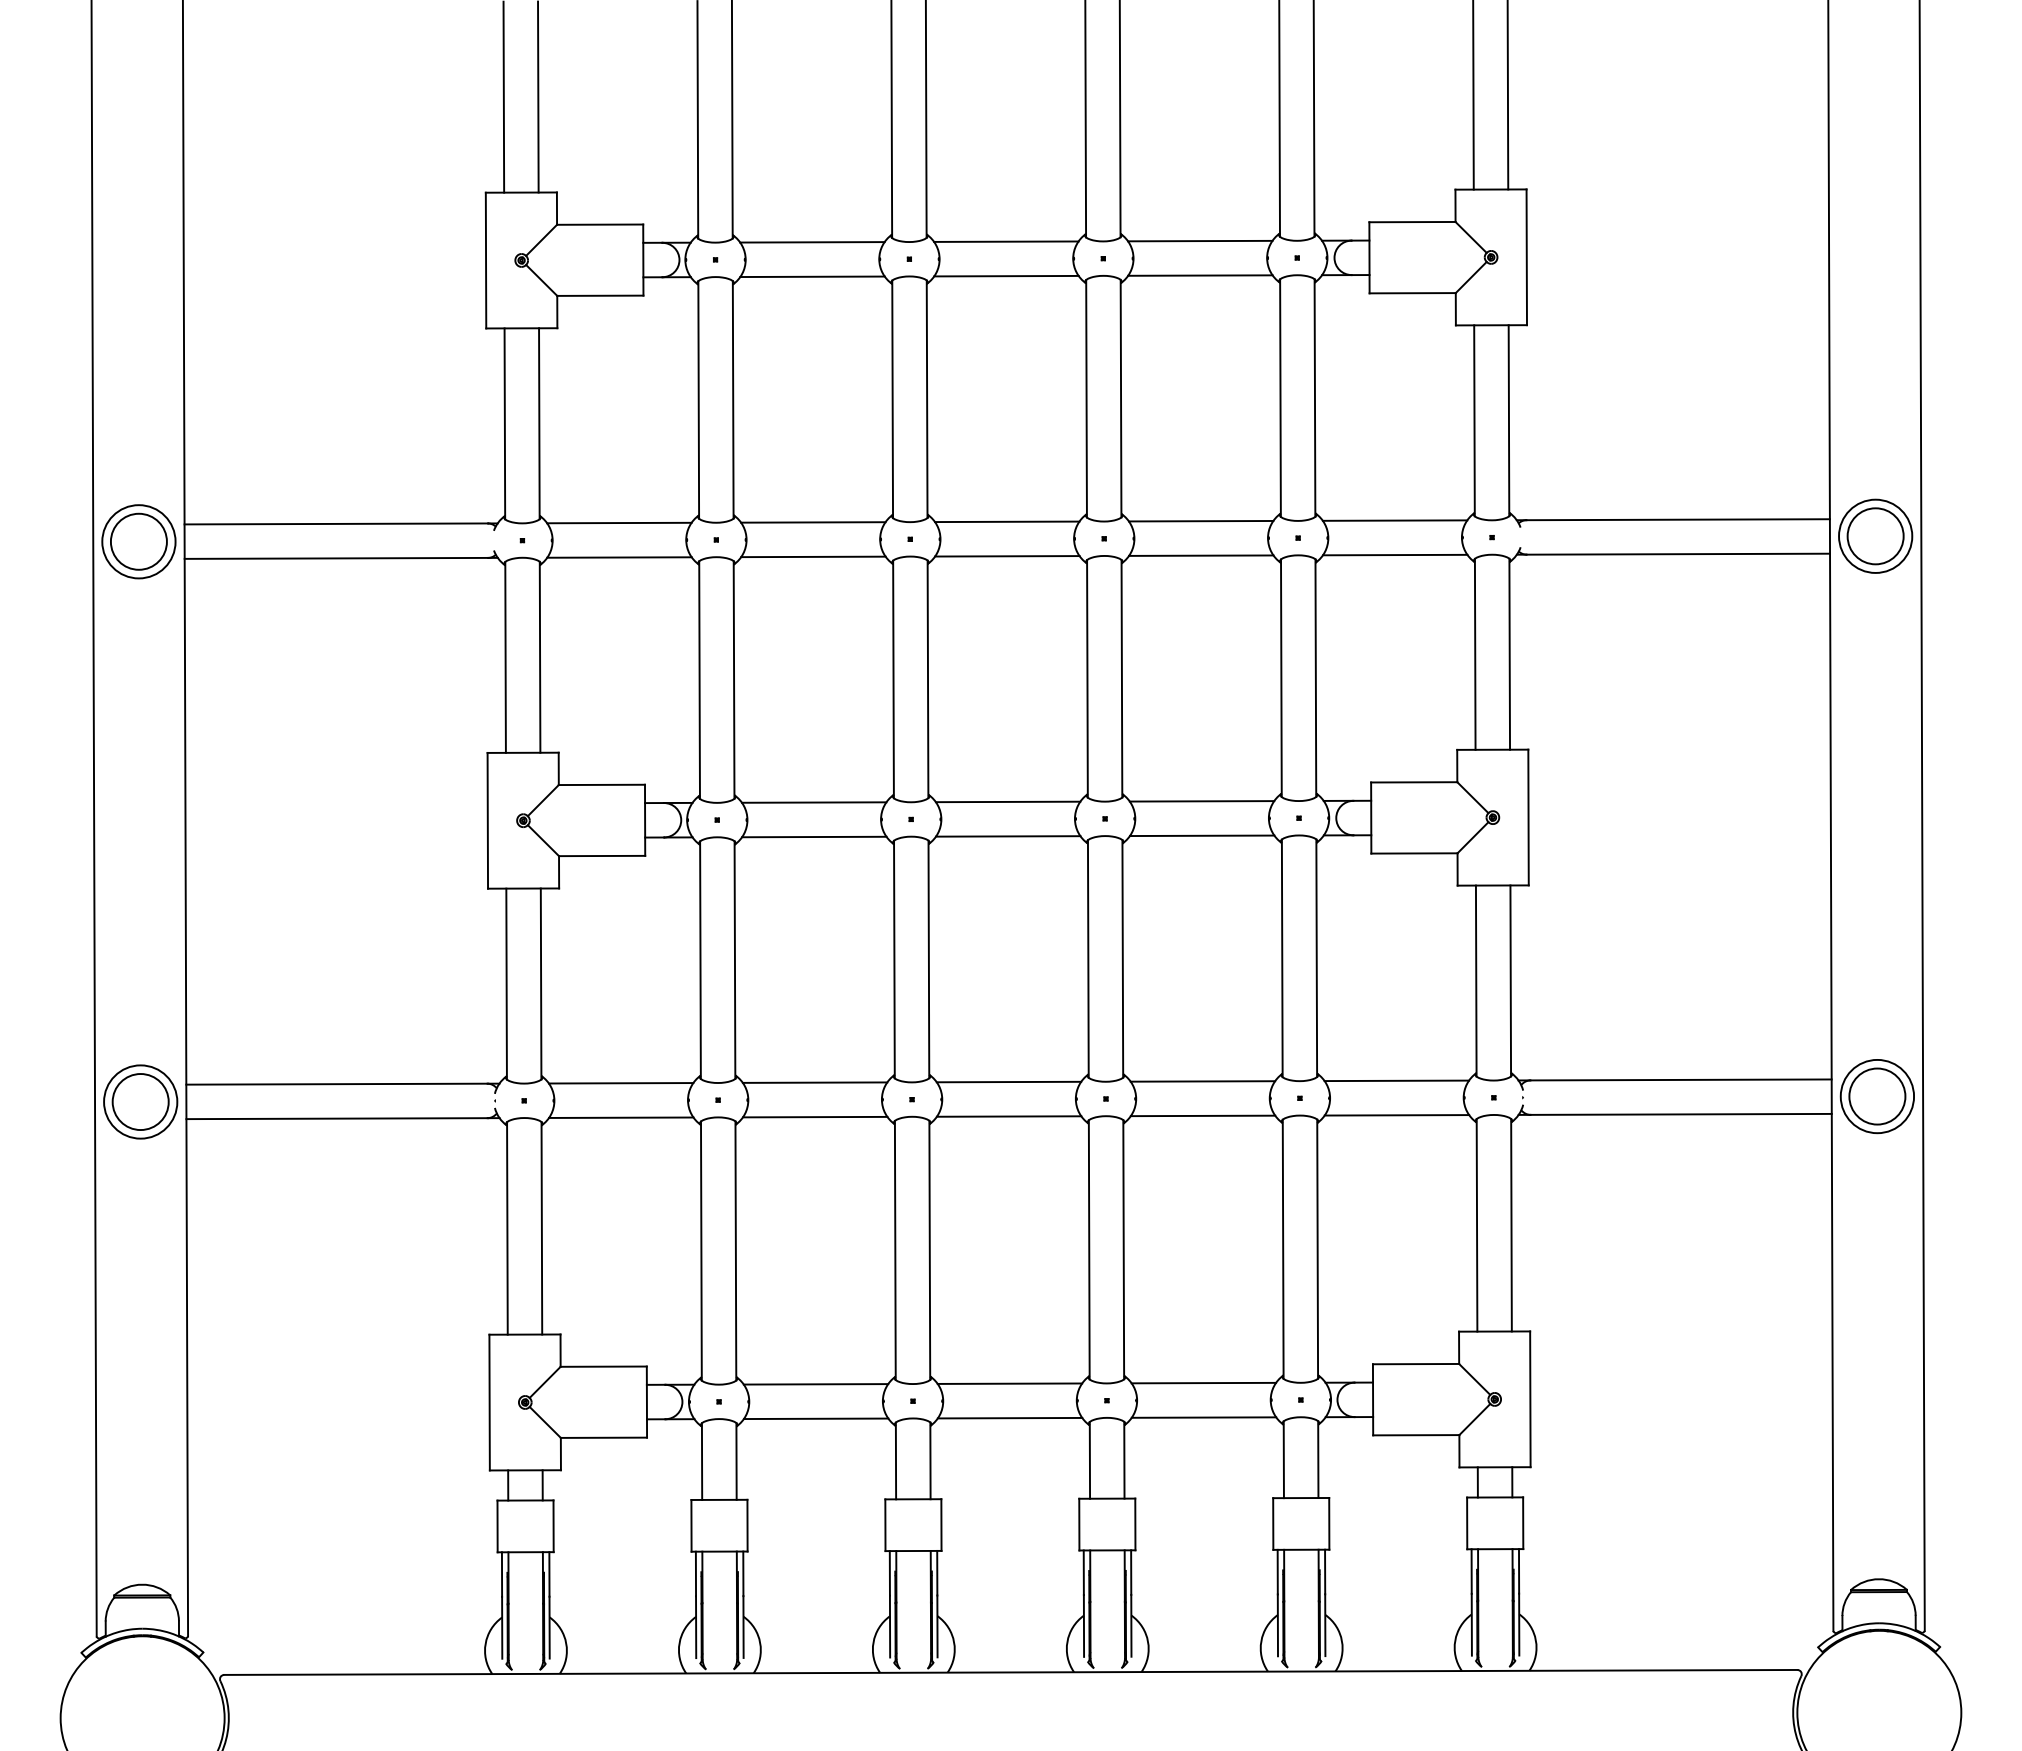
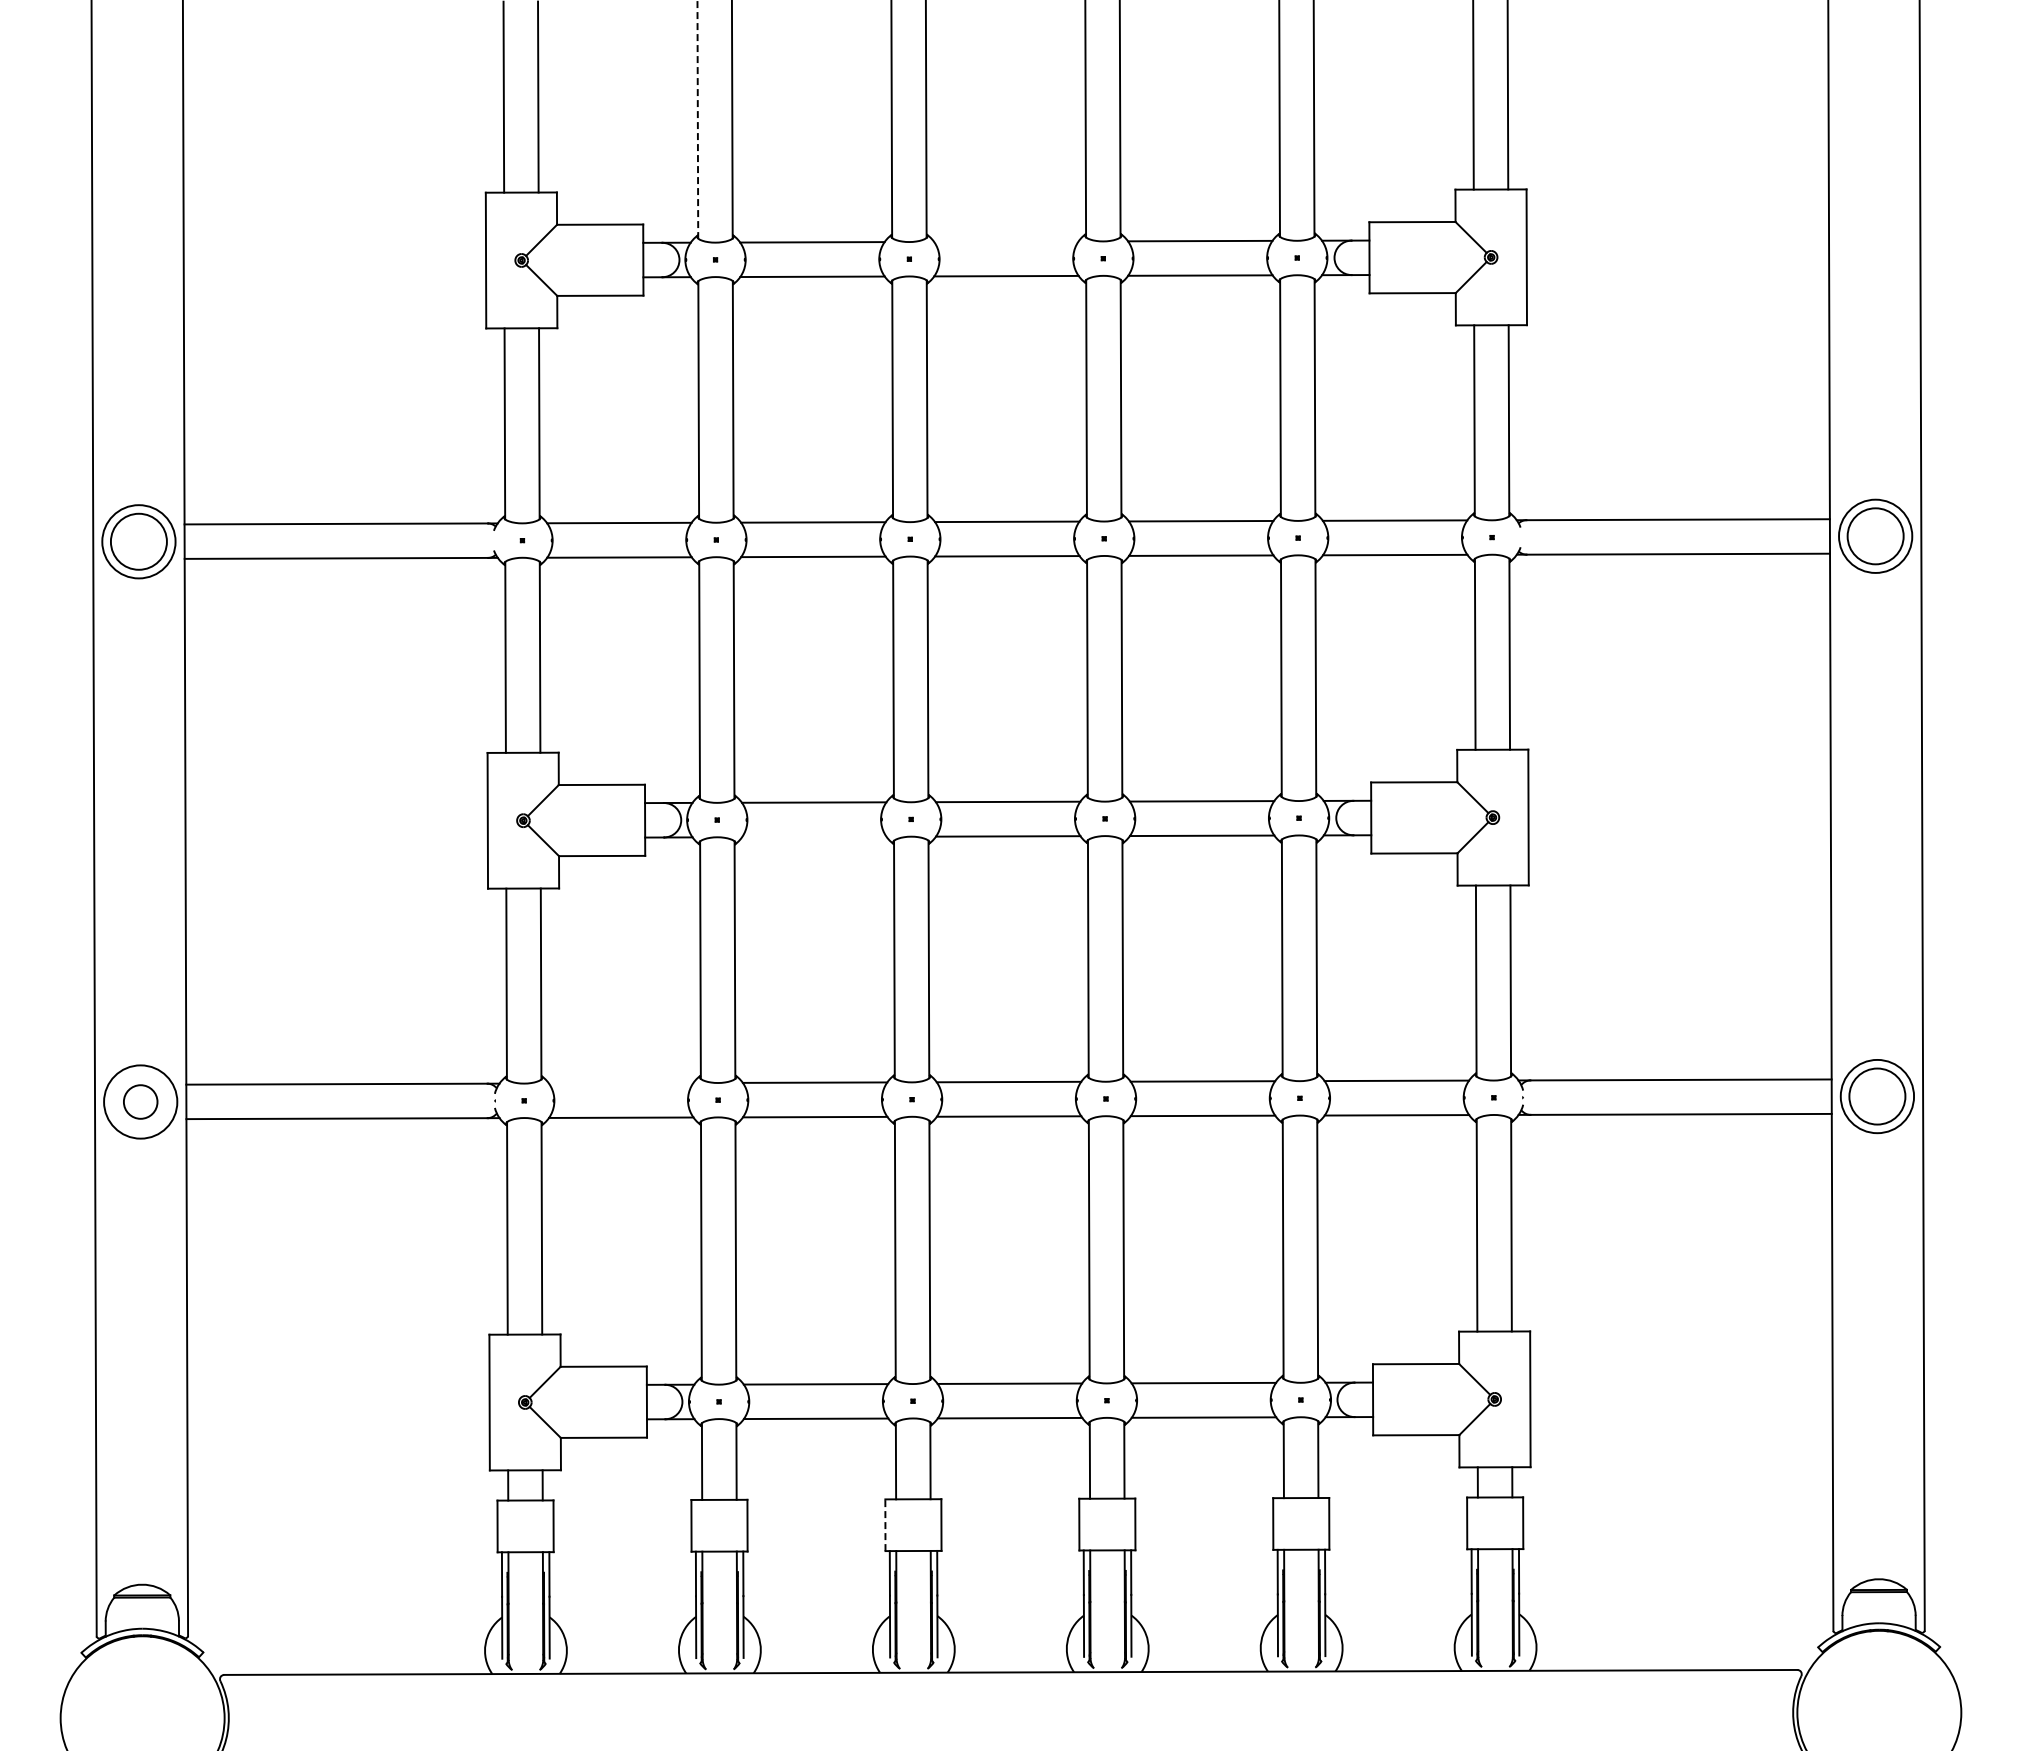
line at (697, 119): solid -> dashed
line at (1006, 241): present -> none
line at (814, 836): present -> none
line at (620, 1083): present -> none
circle at (140, 1102) diameter: 56 px -> 34 px
line at (885, 1525): solid -> dashed
